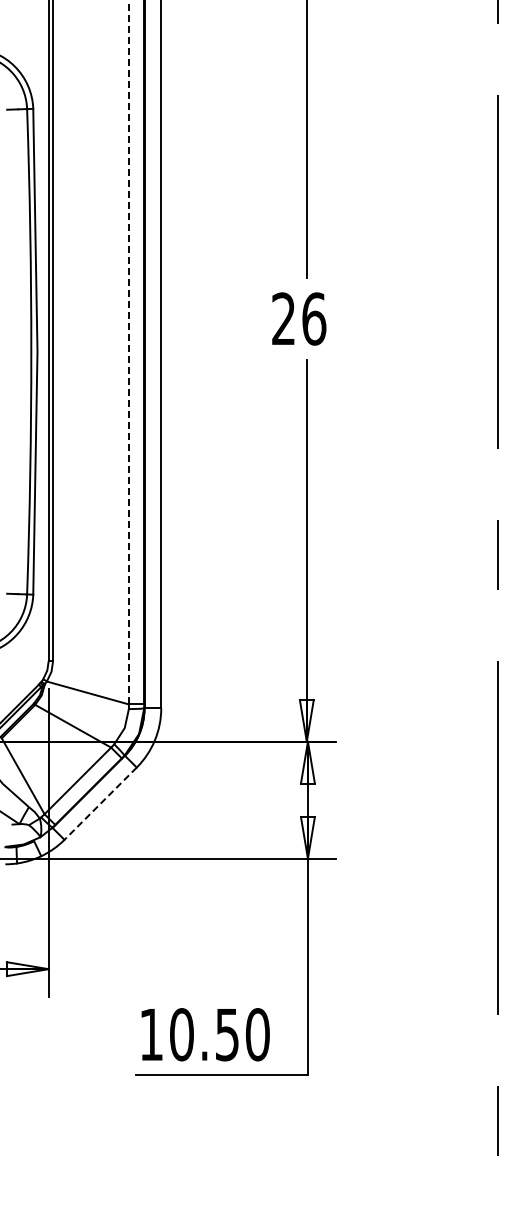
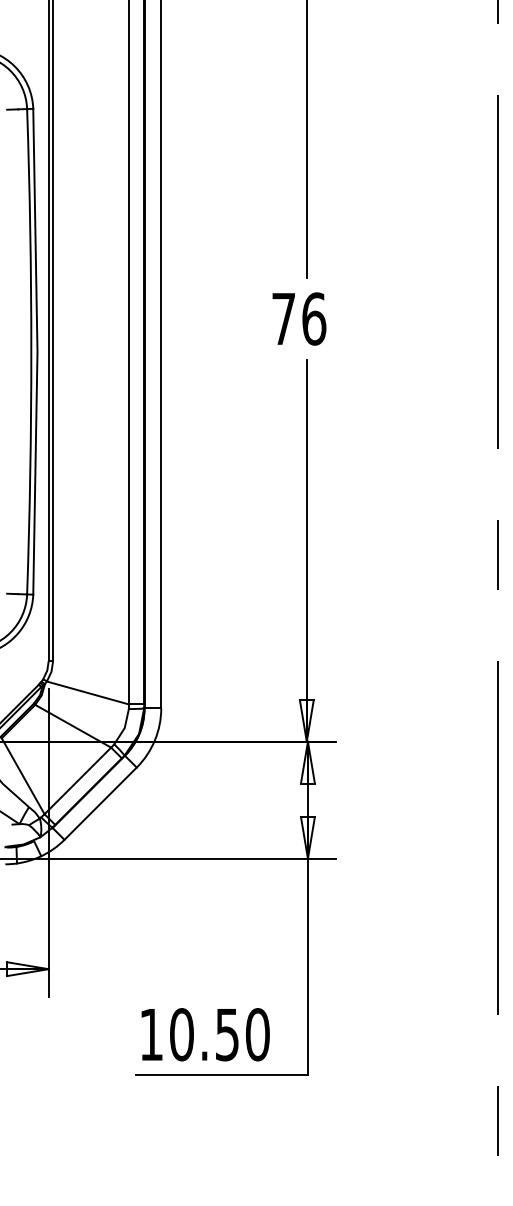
text at (283, 318): 26 -> 76
line at (129, 352): dashed -> solid
line at (100, 804): dashed -> solid
